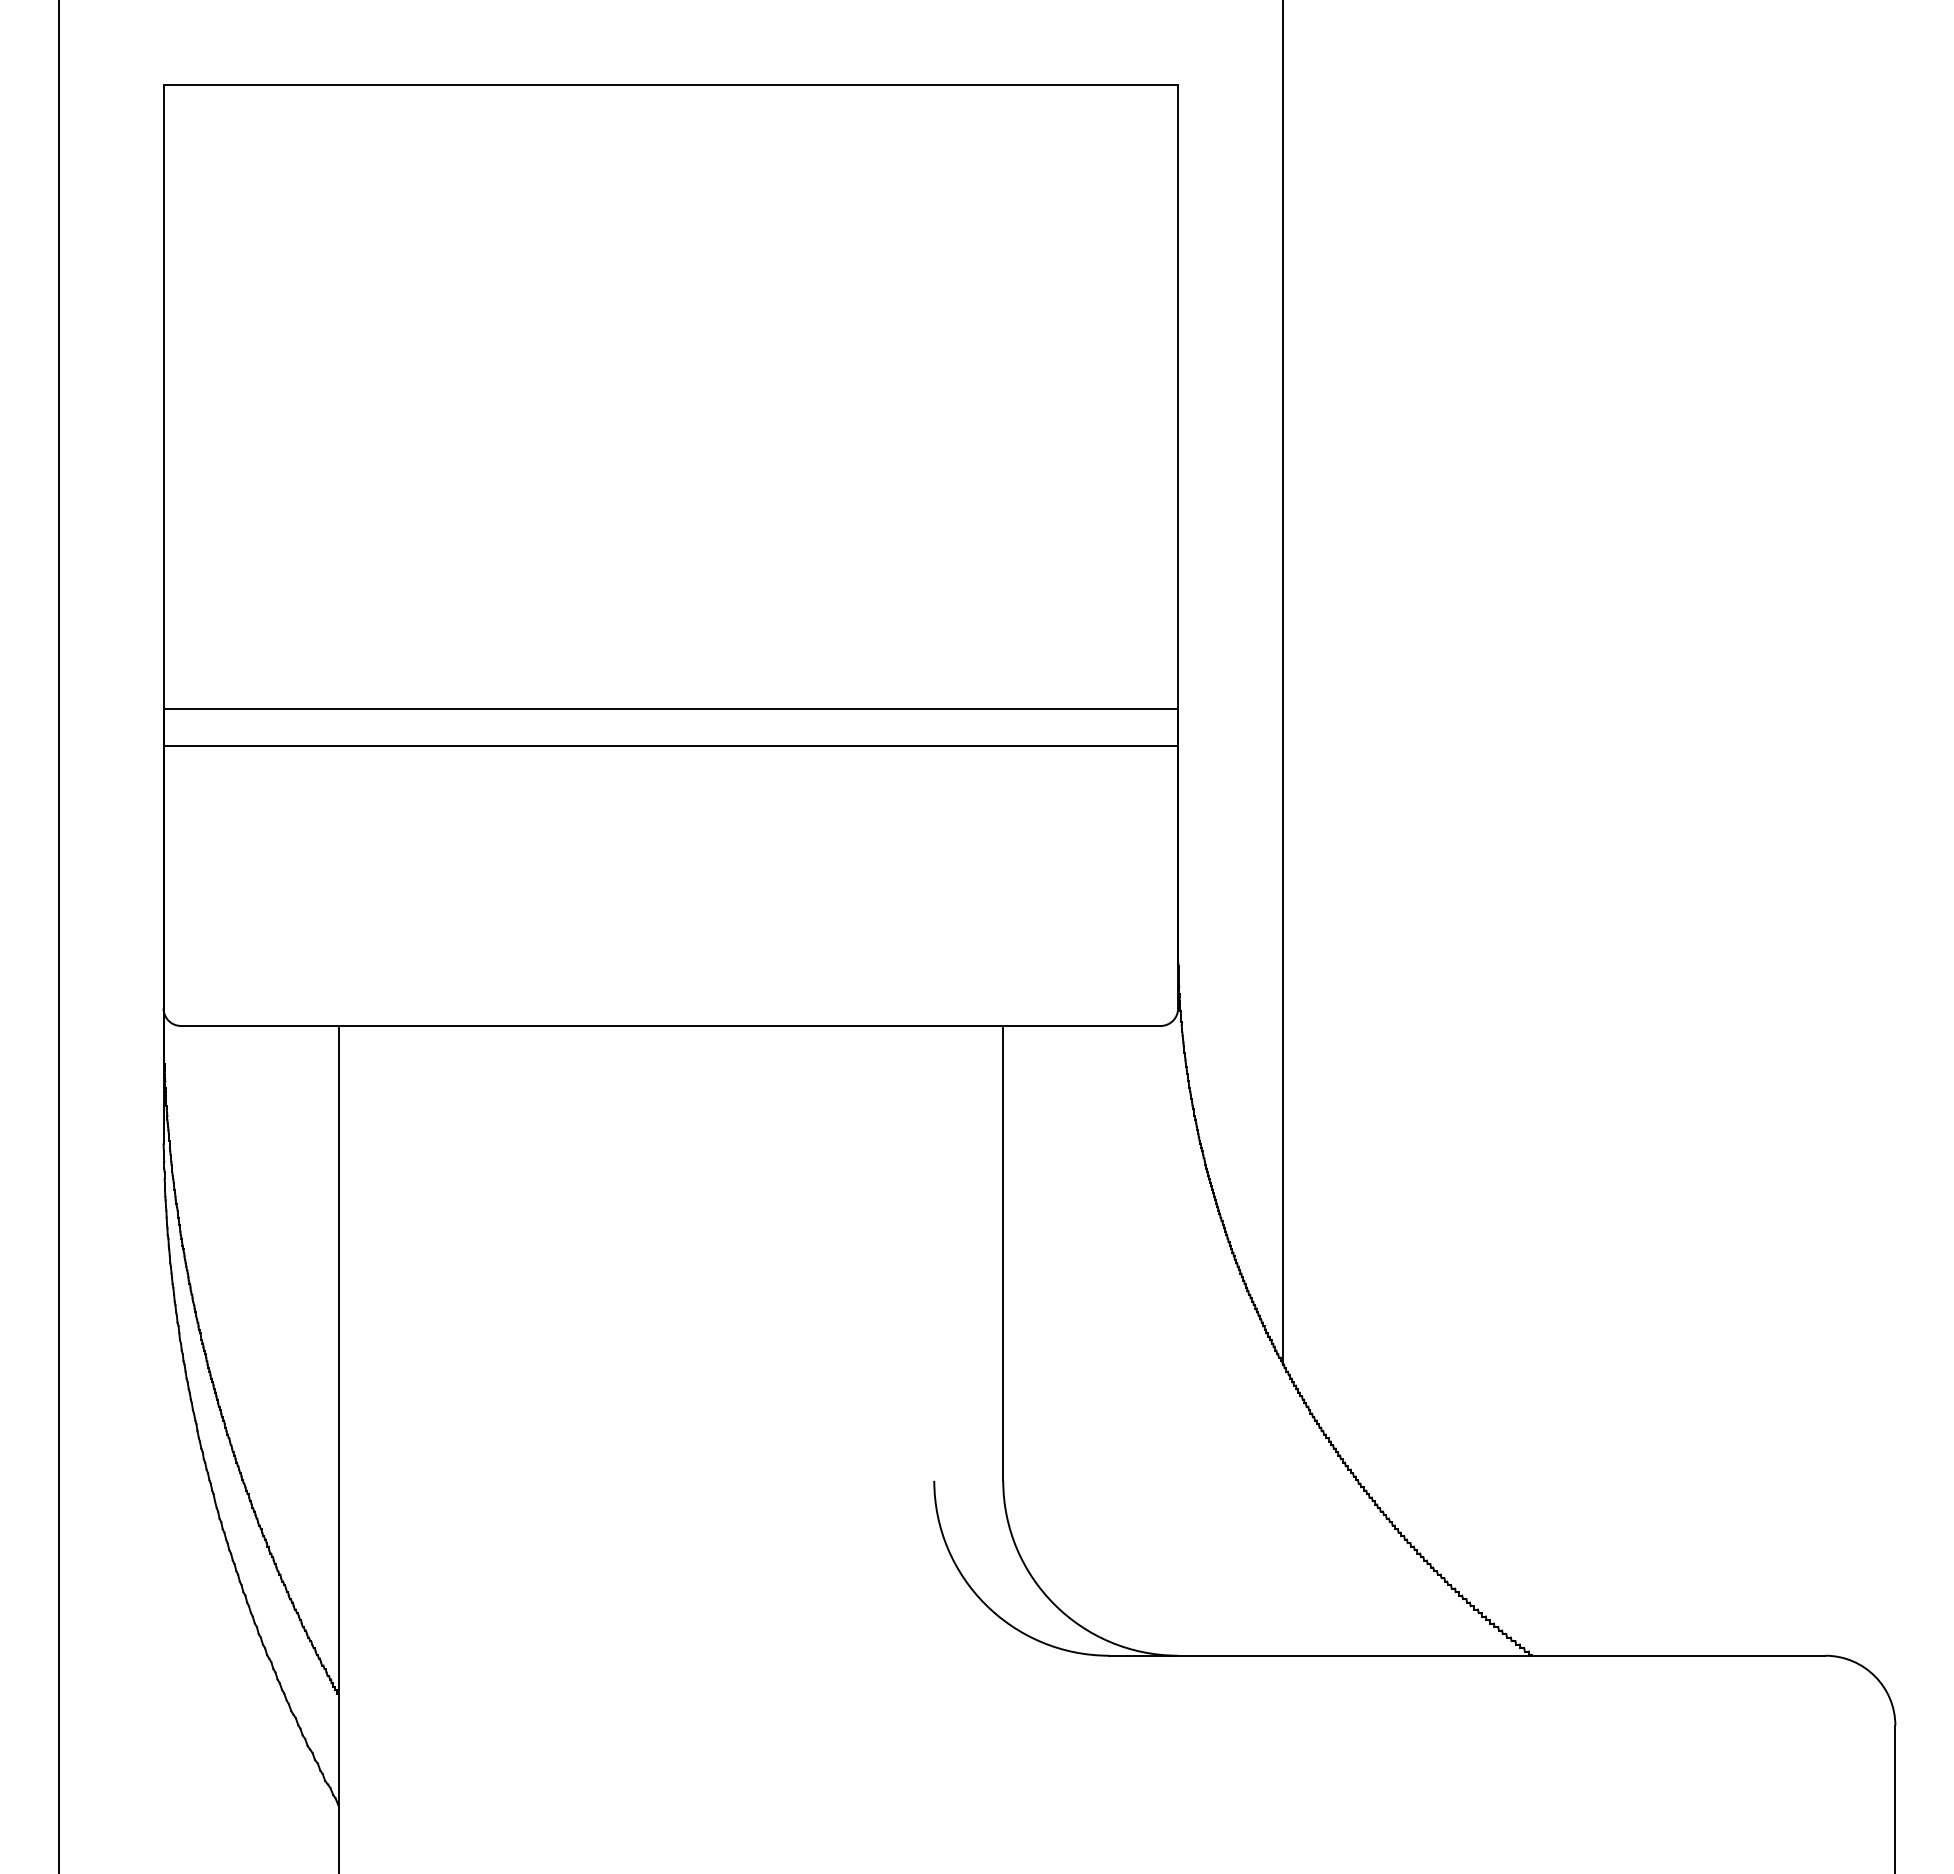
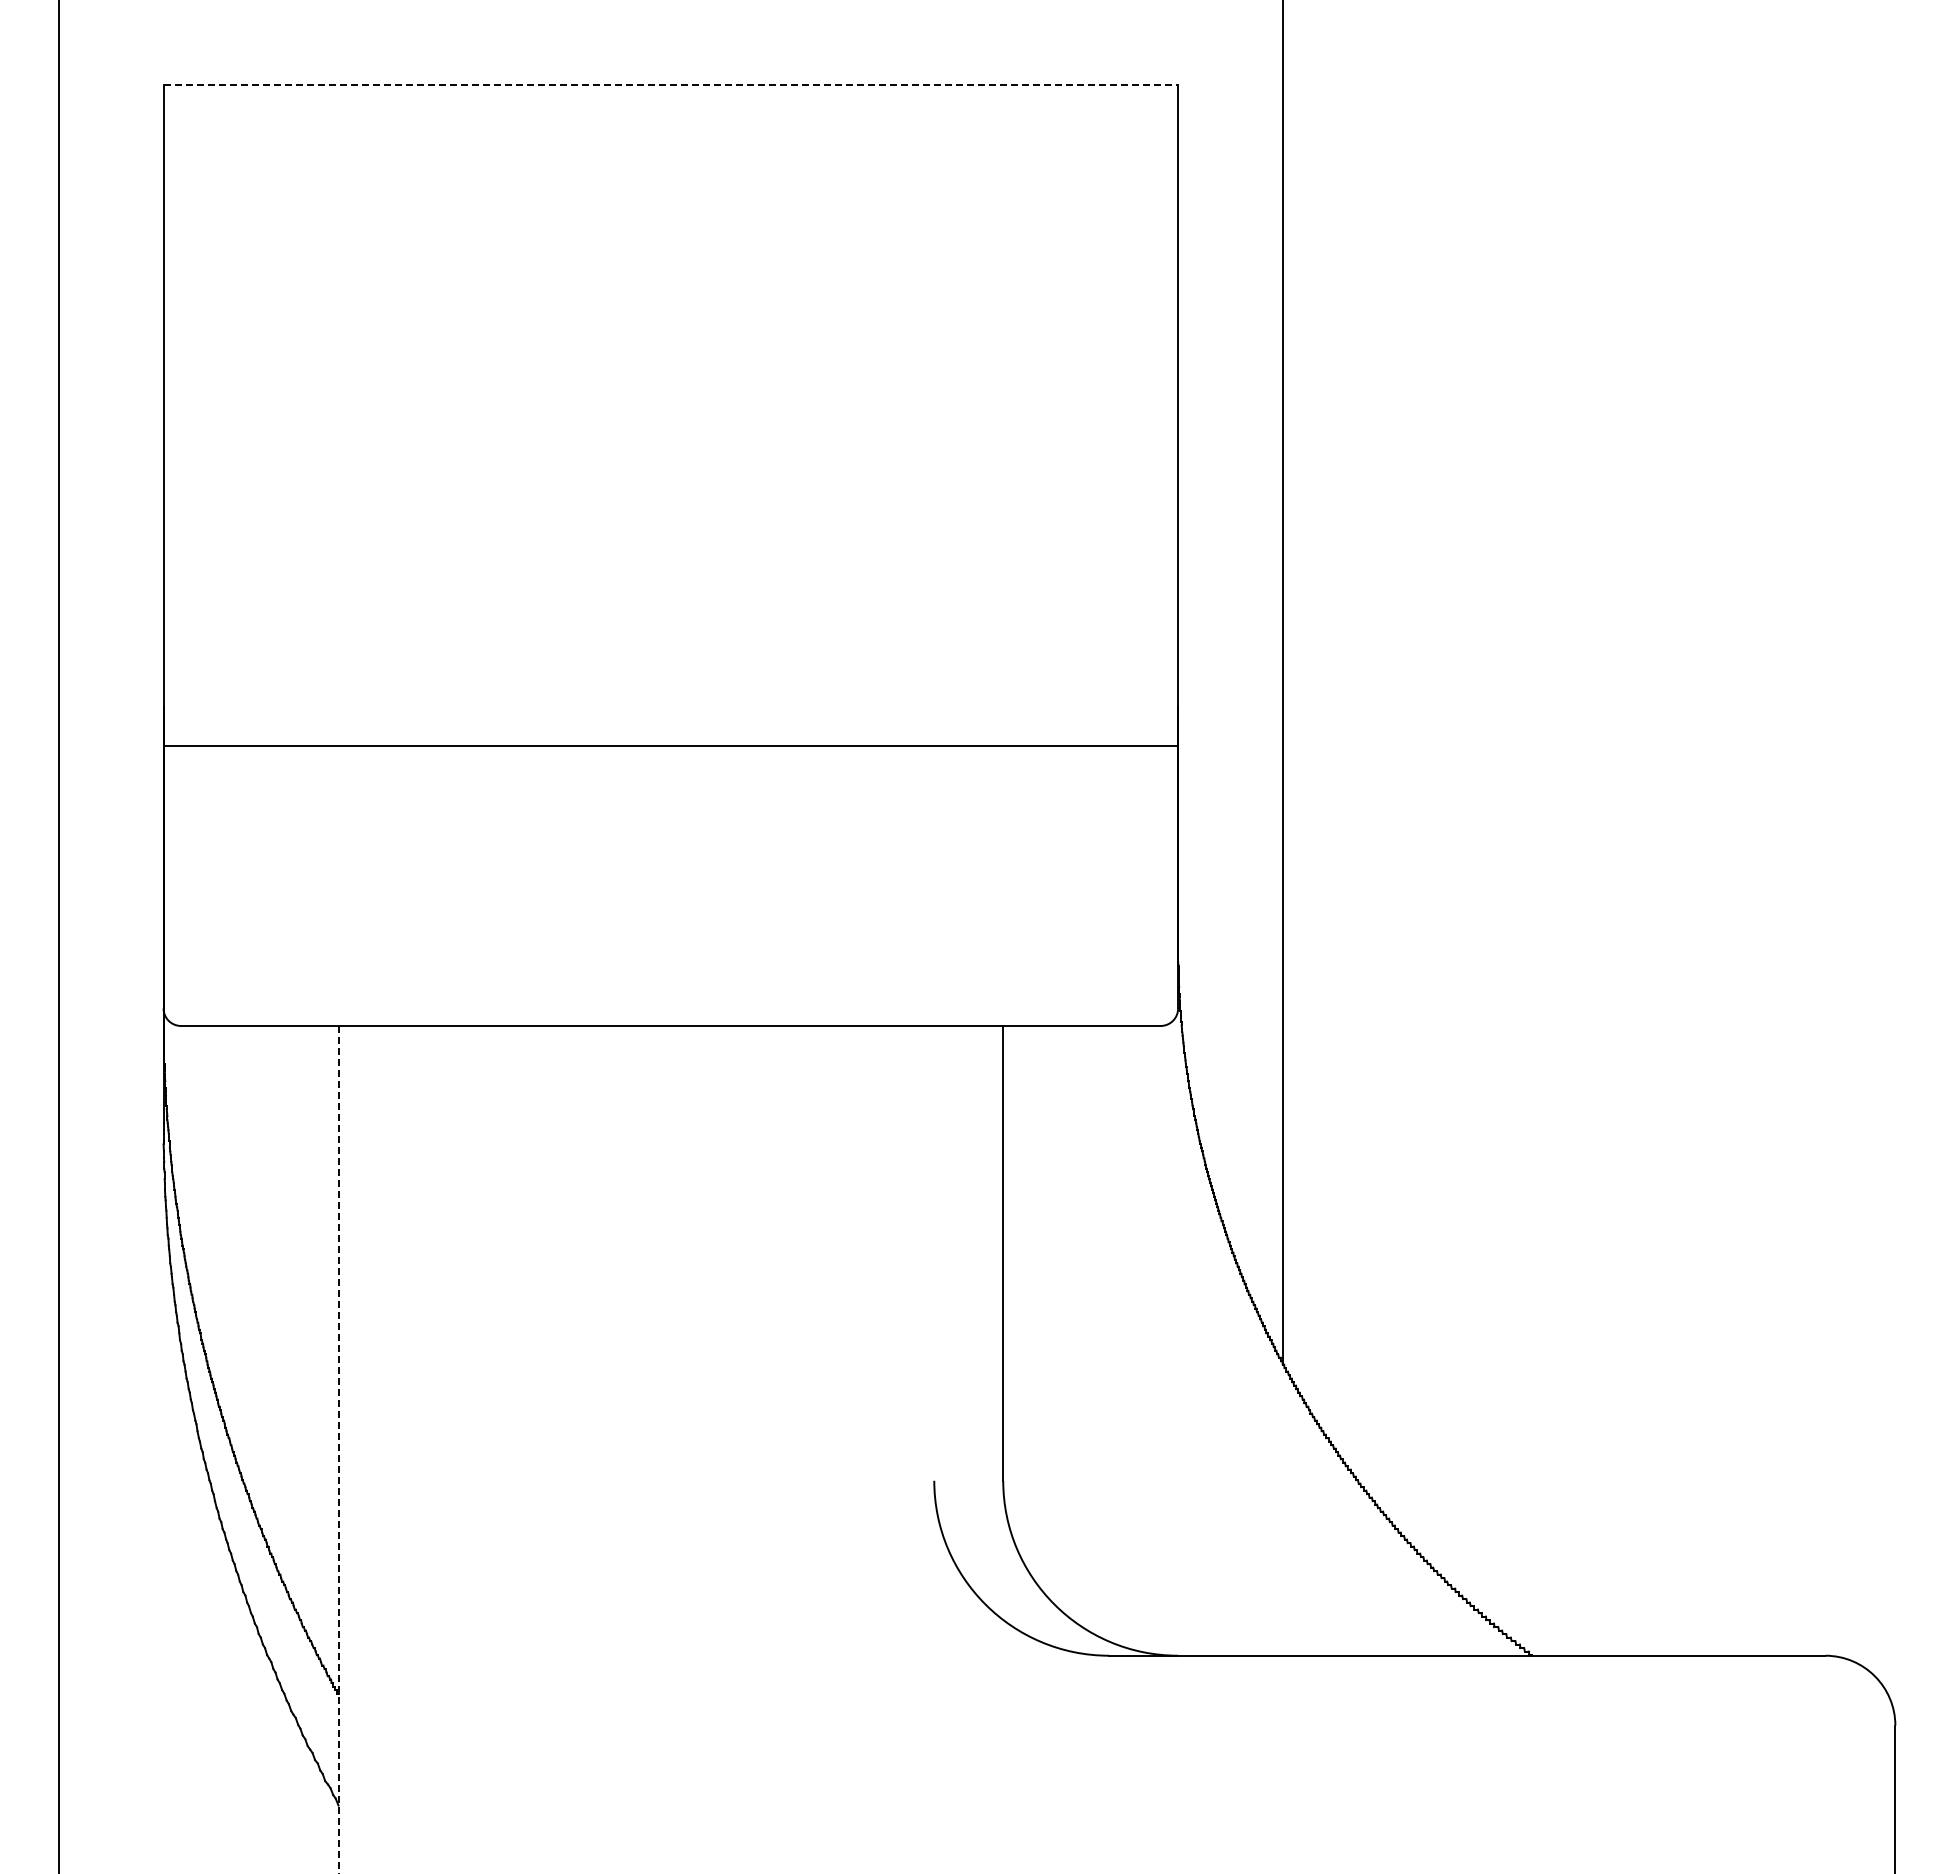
line at (671, 84): solid -> dashed
line at (670, 708): present -> none
line at (338, 1449): solid -> dashed
